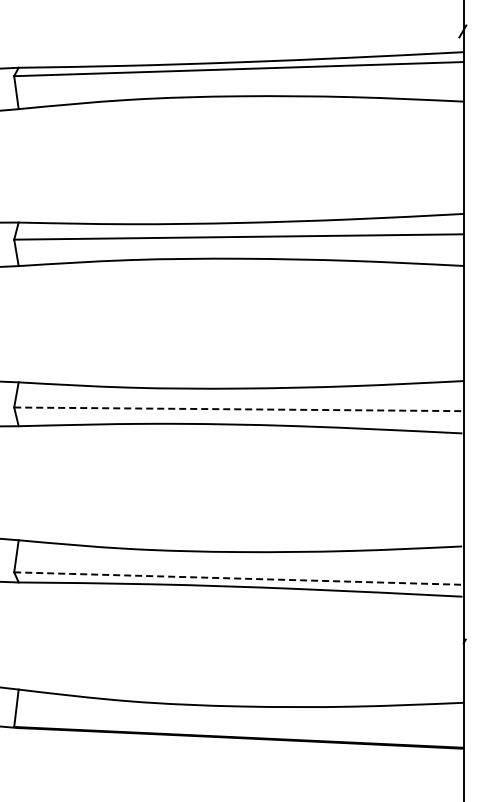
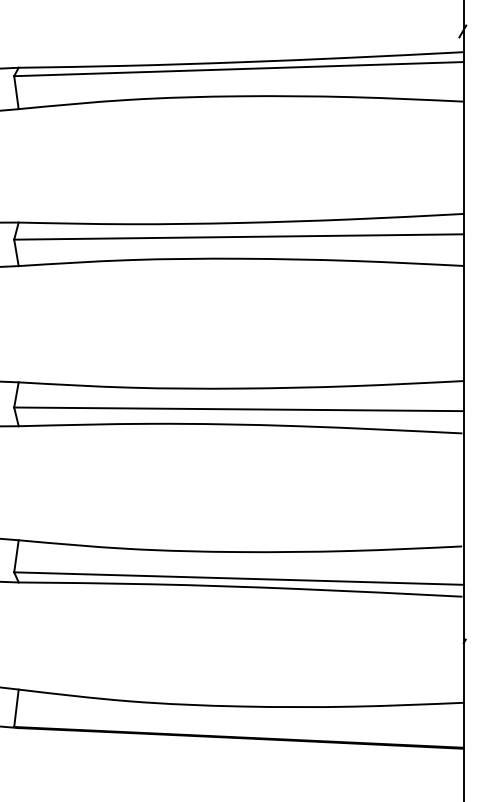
line at (238, 409): dashed -> solid
line at (238, 578): dashed -> solid
